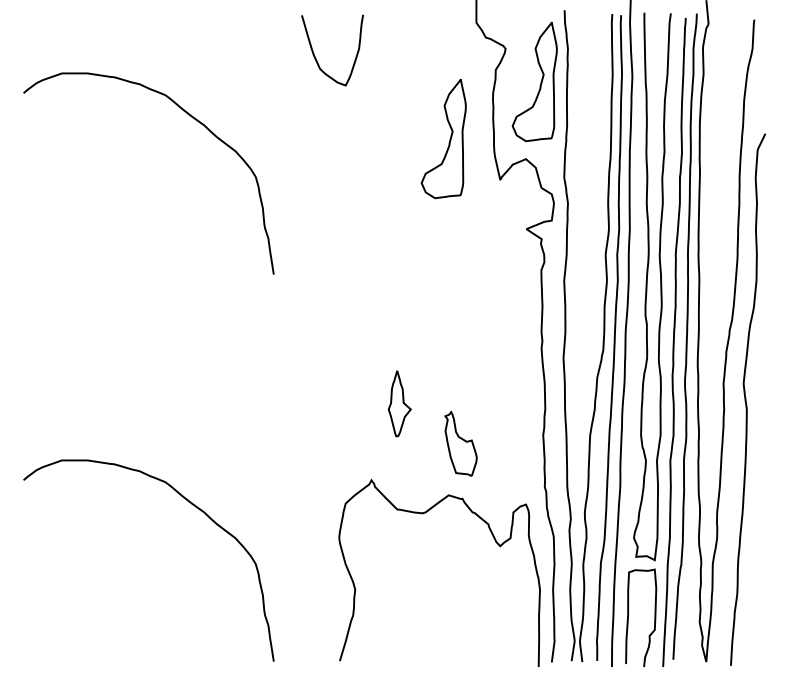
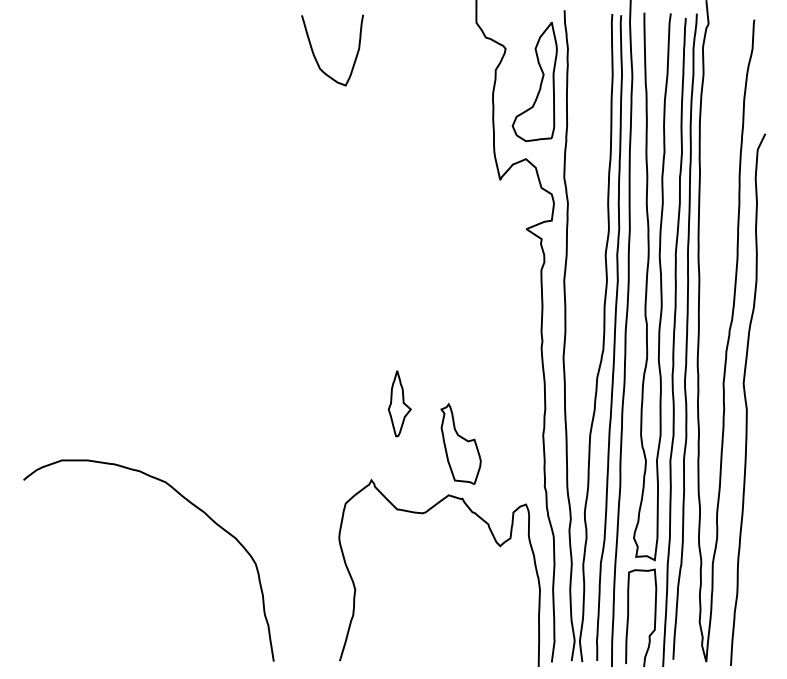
curve at (192, 118): present -> none
part at (443, 139): present -> none
part at (460, 443) size: 34x67 px -> 42x83 px
